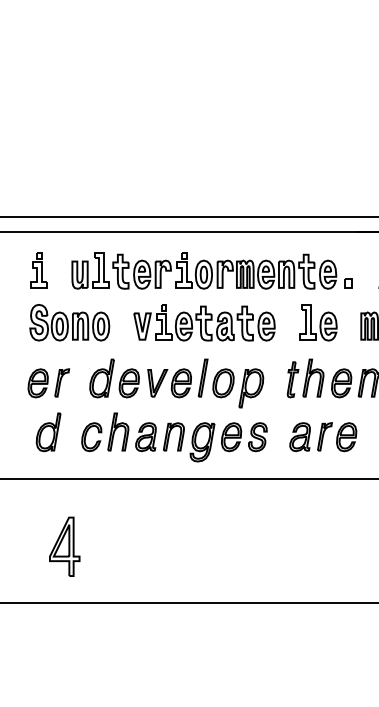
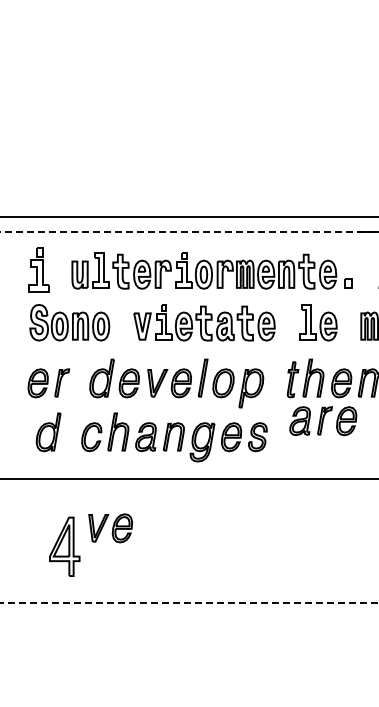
line at (189, 232): solid -> dashed
part at (38, 270) size: 18x37 px -> 22x46 px
part at (323, 437) position: (323, 437) -> (323, 421)
part at (110, 528): none -> present
line at (189, 603): solid -> dashed
